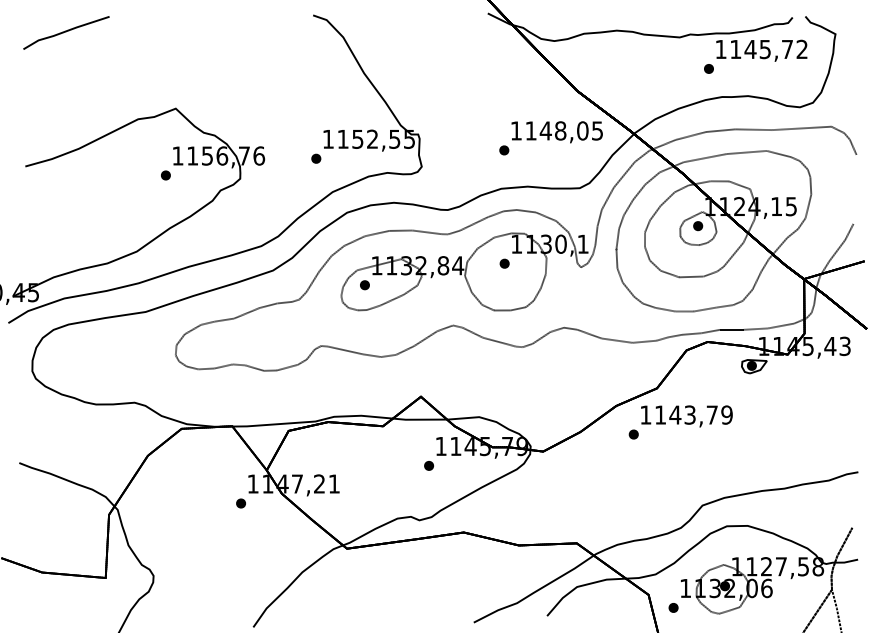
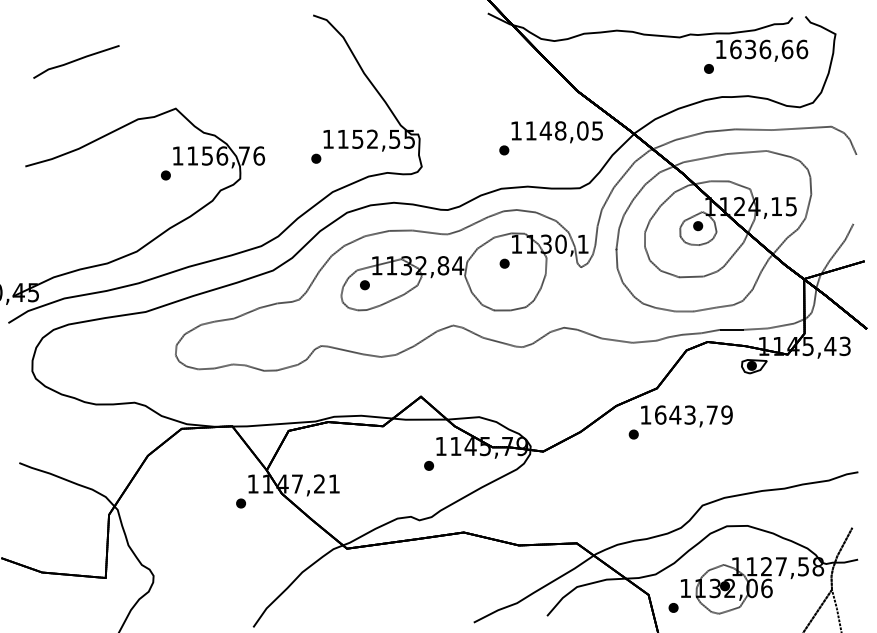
line at (66, 32) position: (66, 32) -> (76, 61)
text at (769, 49): 1145,72 -> 1636,66
text at (660, 414): 1143,79 -> 1643,79
